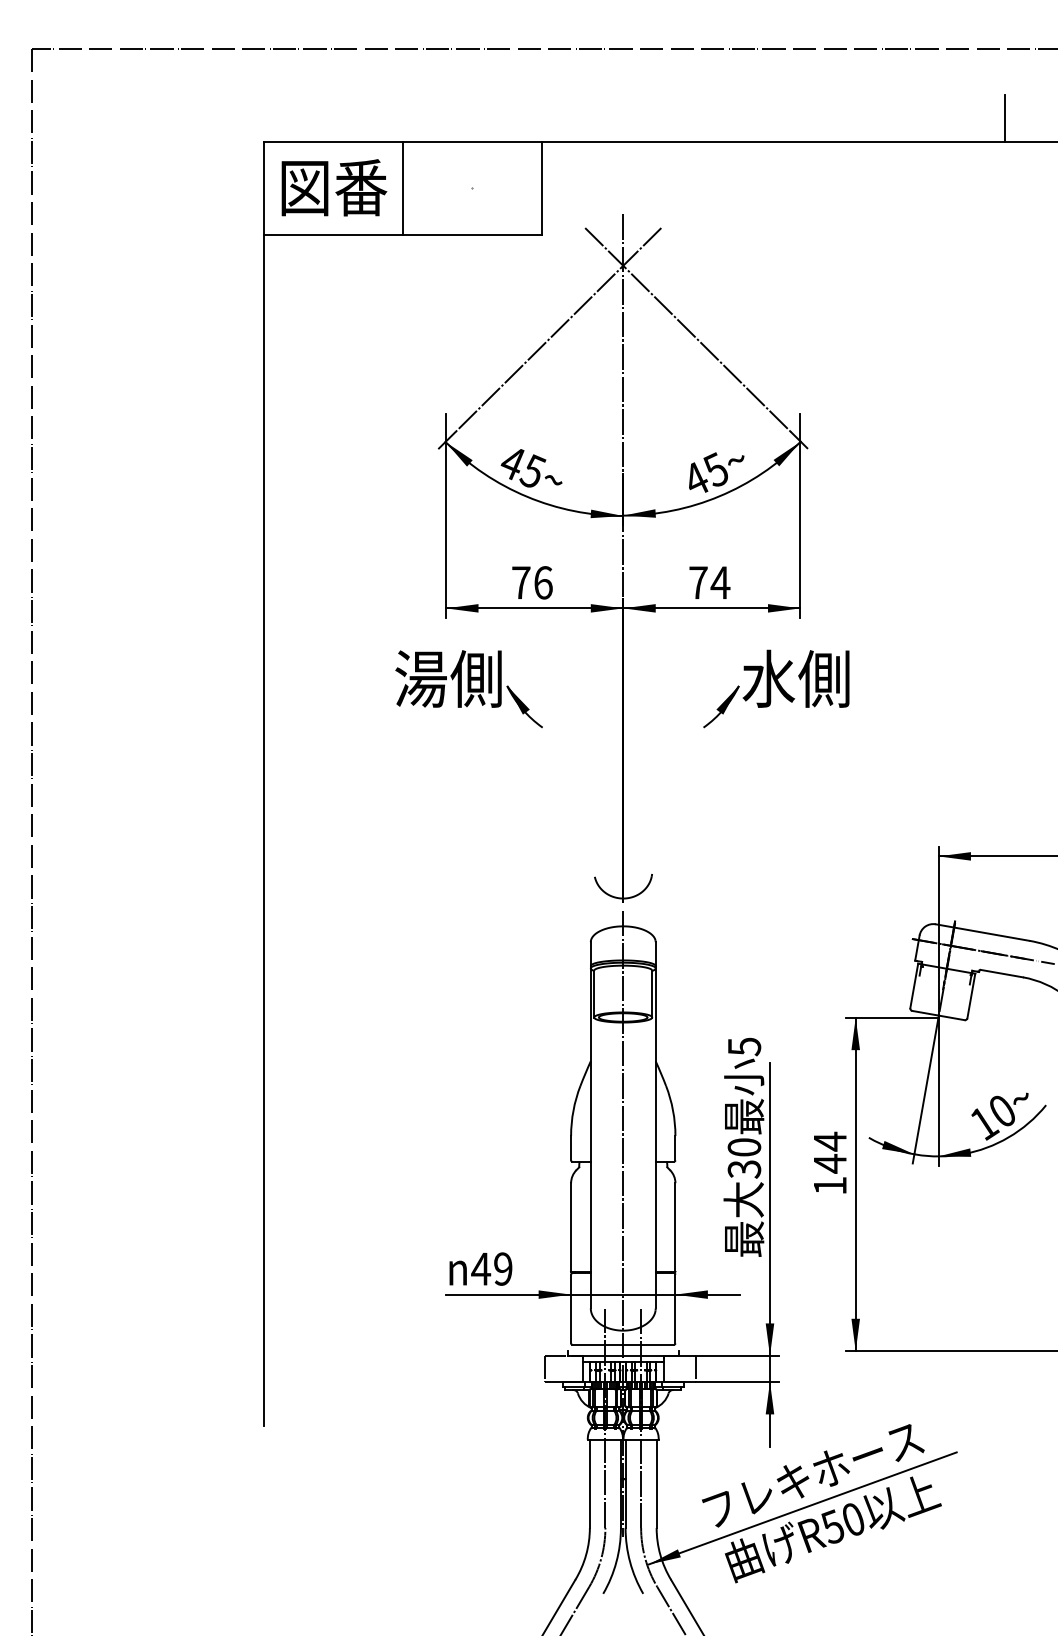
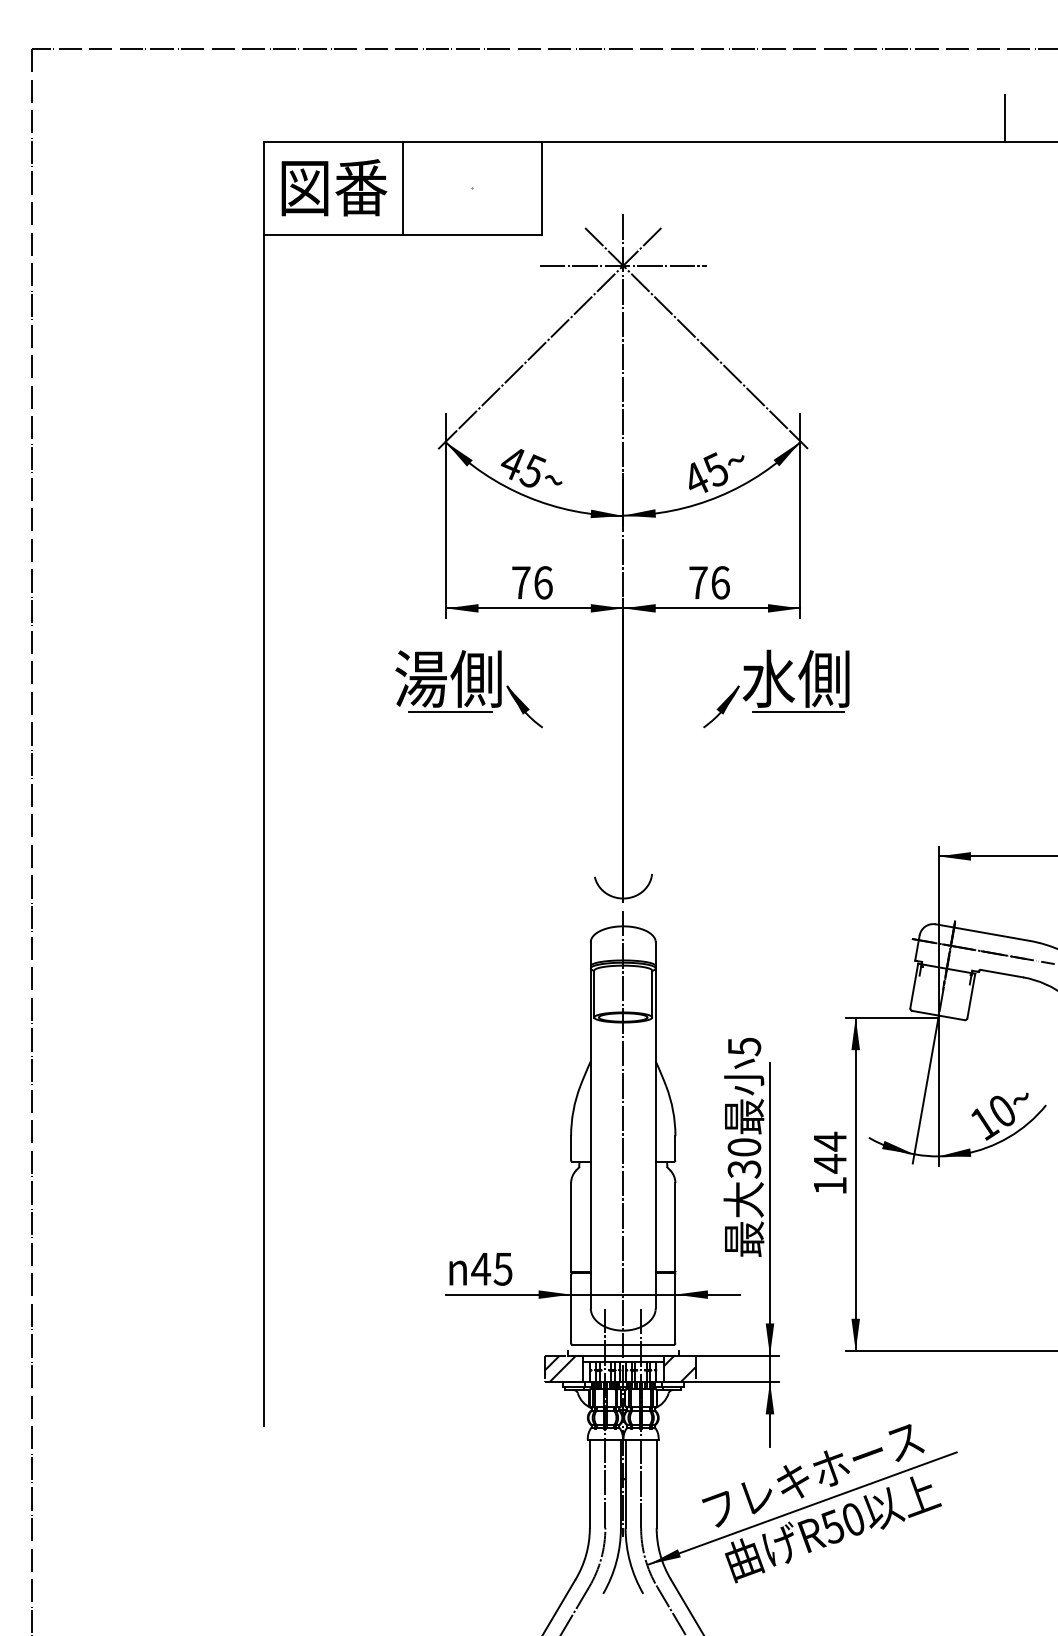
line at (622, 265): none -> present
text at (720, 582): 74 -> 76
line at (450, 712): none -> present
line at (798, 712): none -> present
text at (502, 1268): 49 -> 45
hatch at (563, 1368): none -> present
hatch at (679, 1368): none -> present
